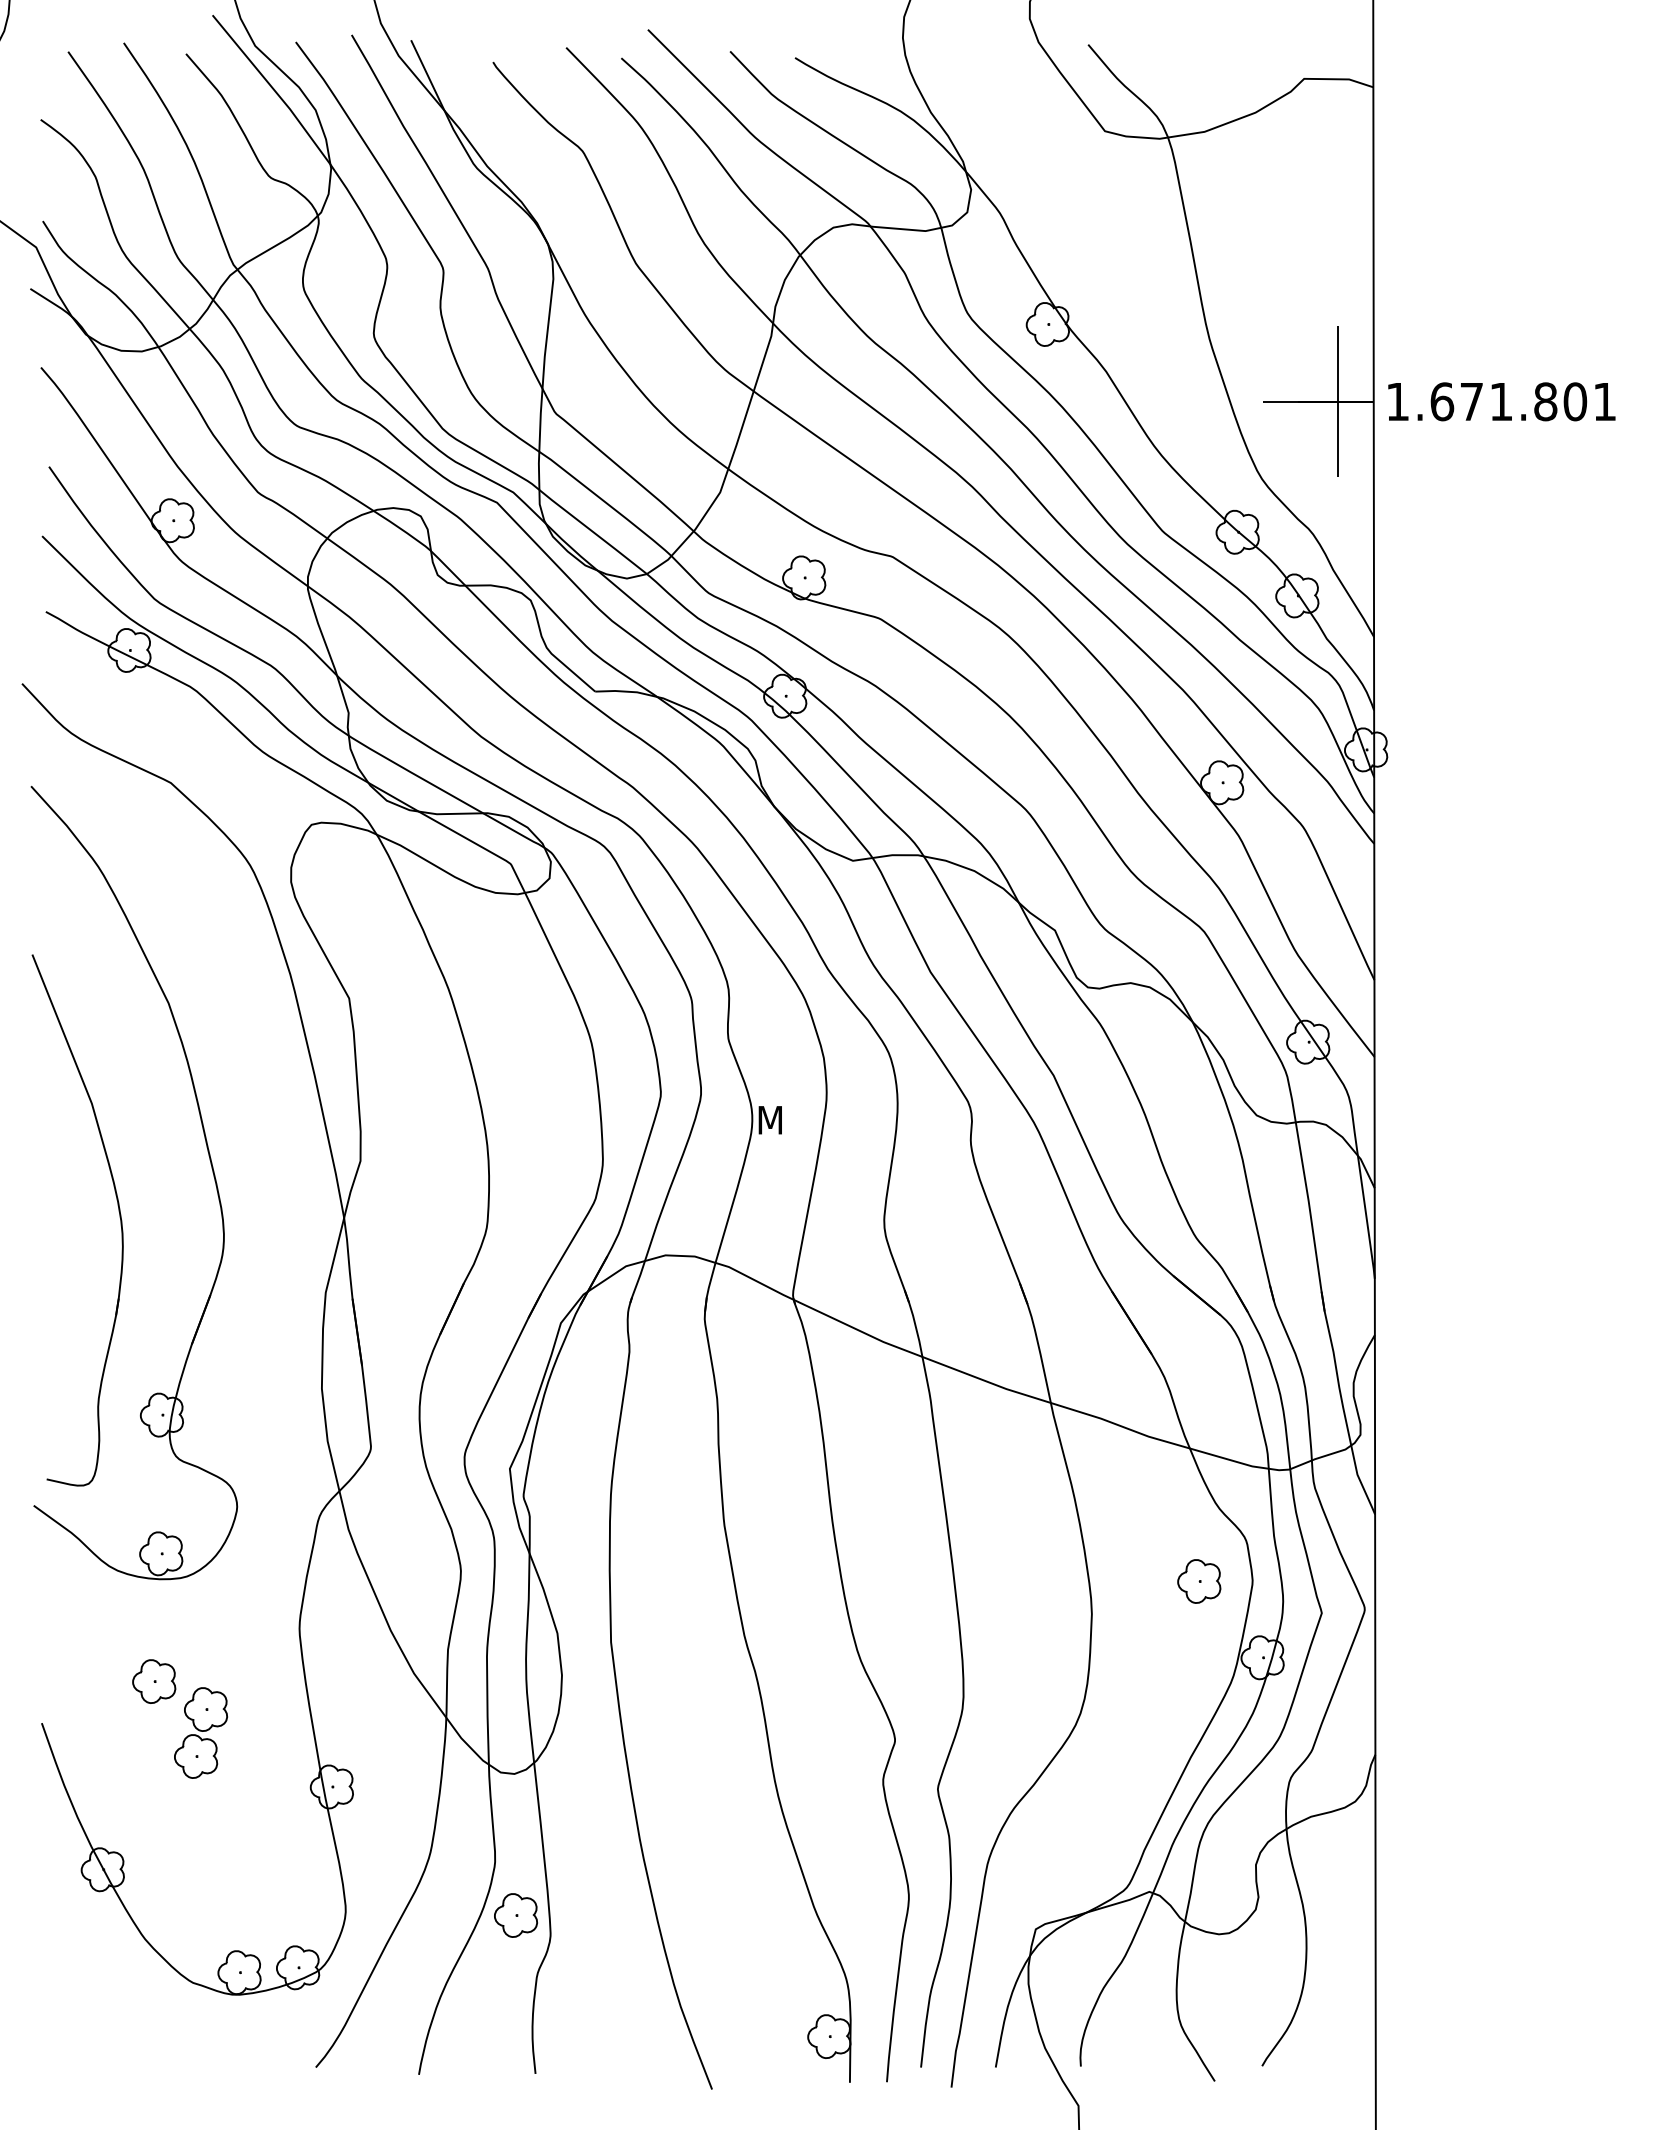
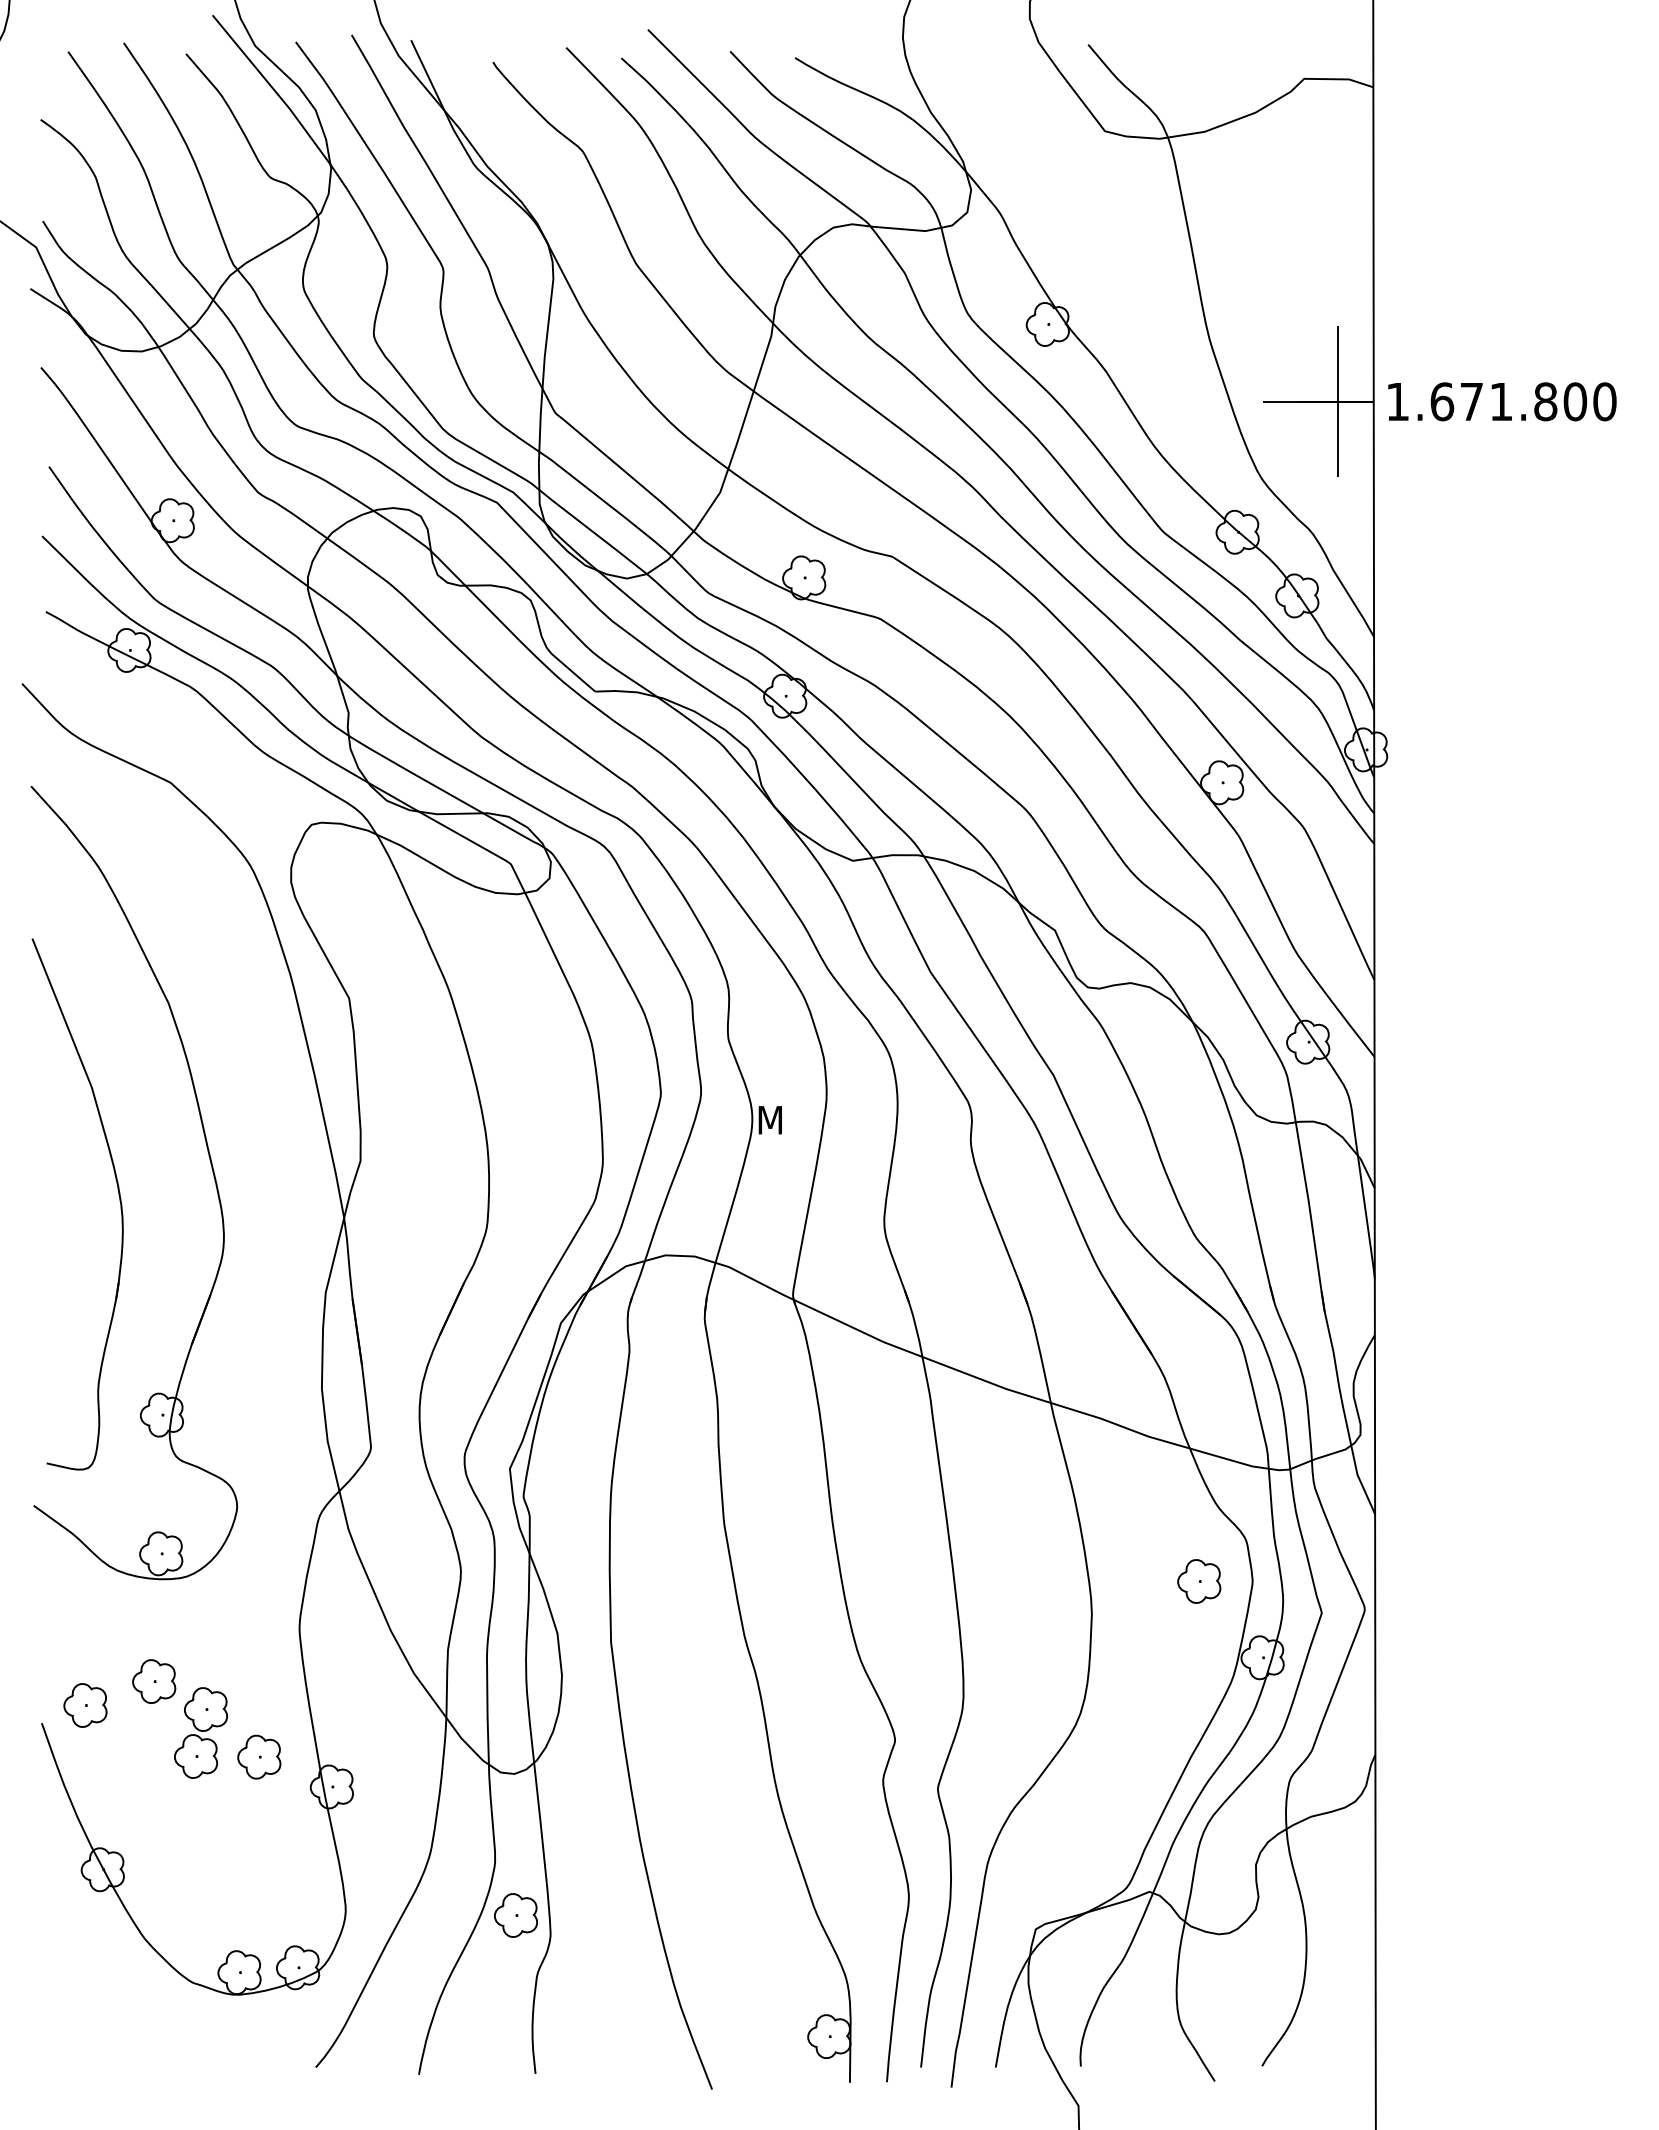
text at (1604, 401): 1.671.801 -> 1.671.800
part at (118, 1211) position: (118, 1211) -> (118, 1195)
part at (85, 1705): none -> present
part at (259, 1756): none -> present
